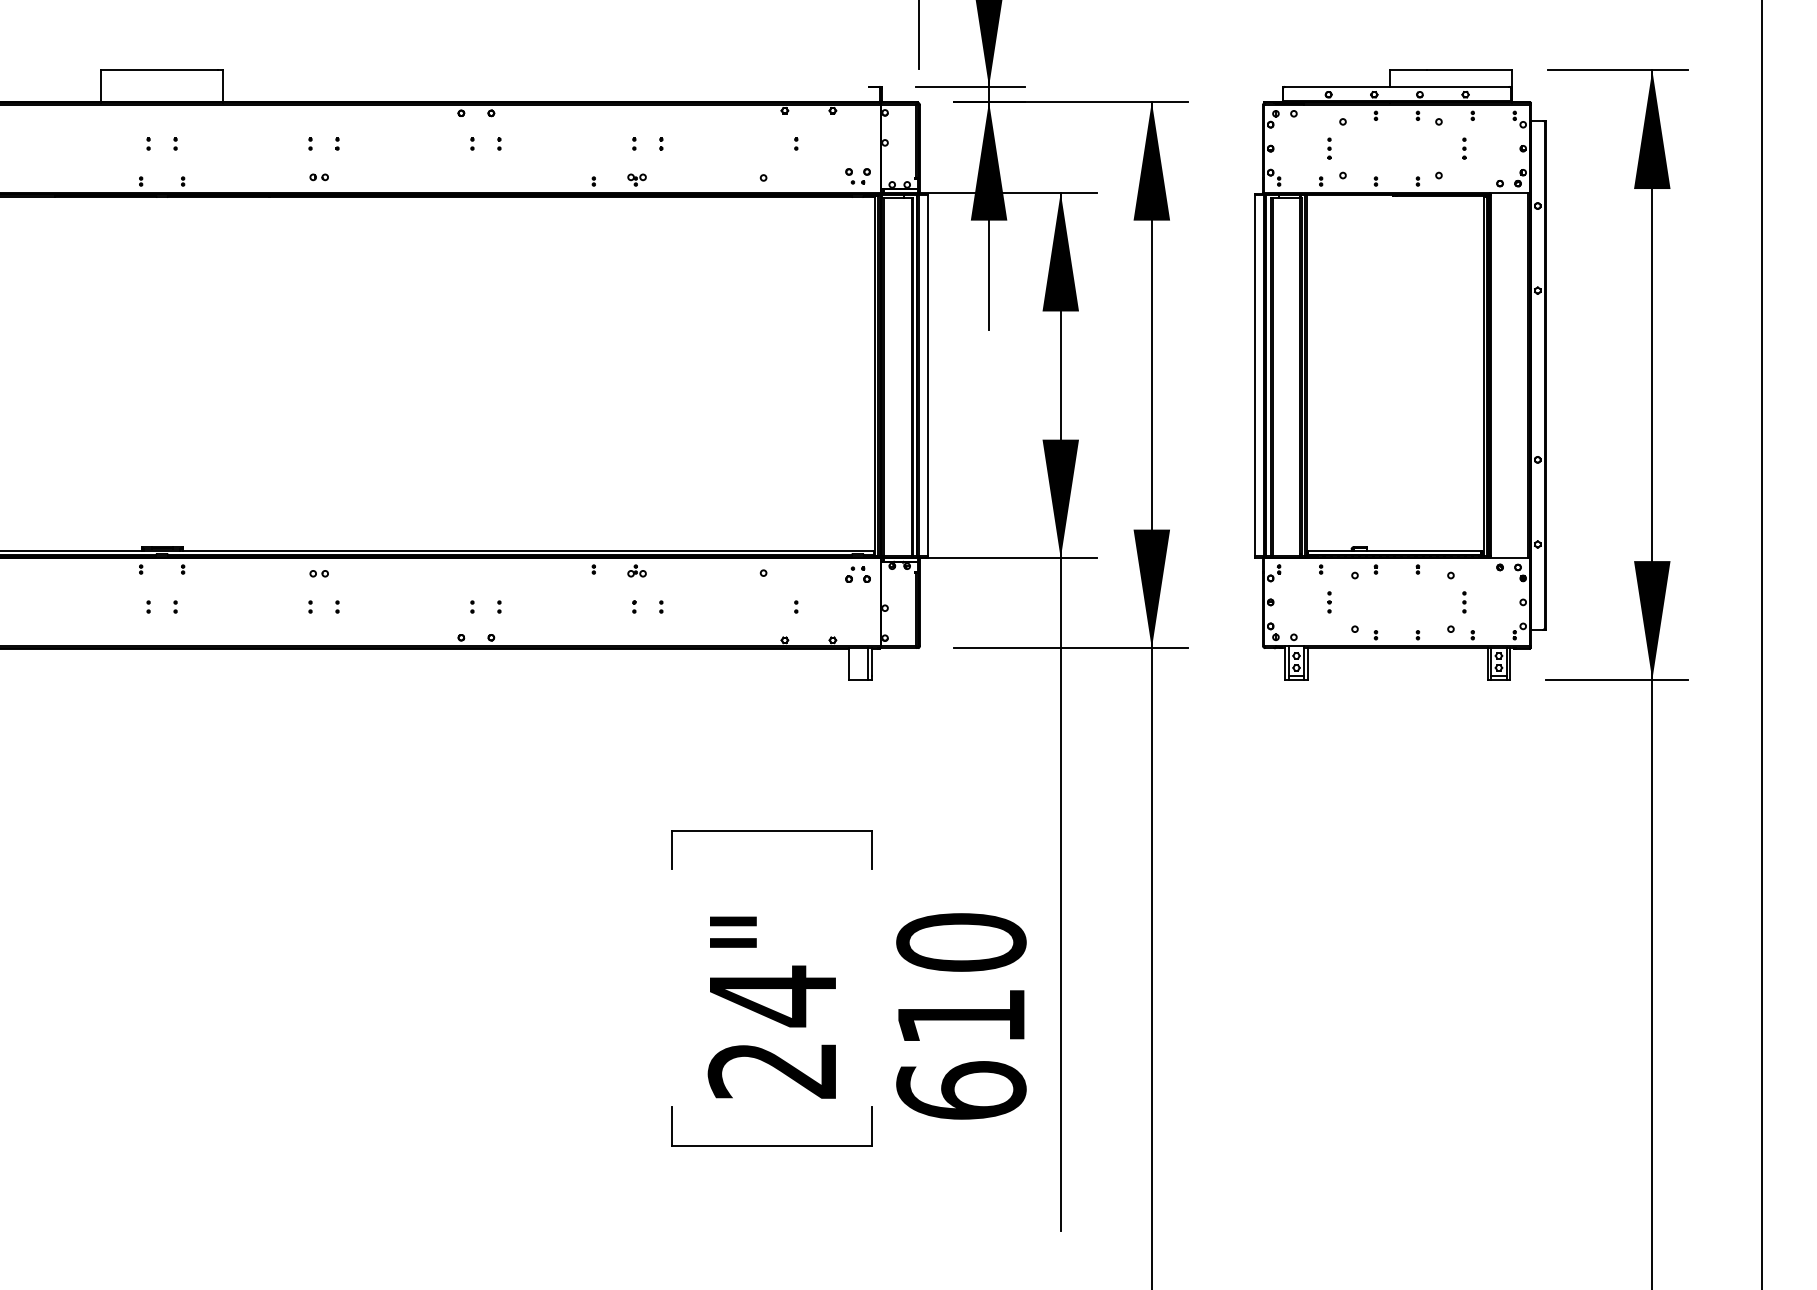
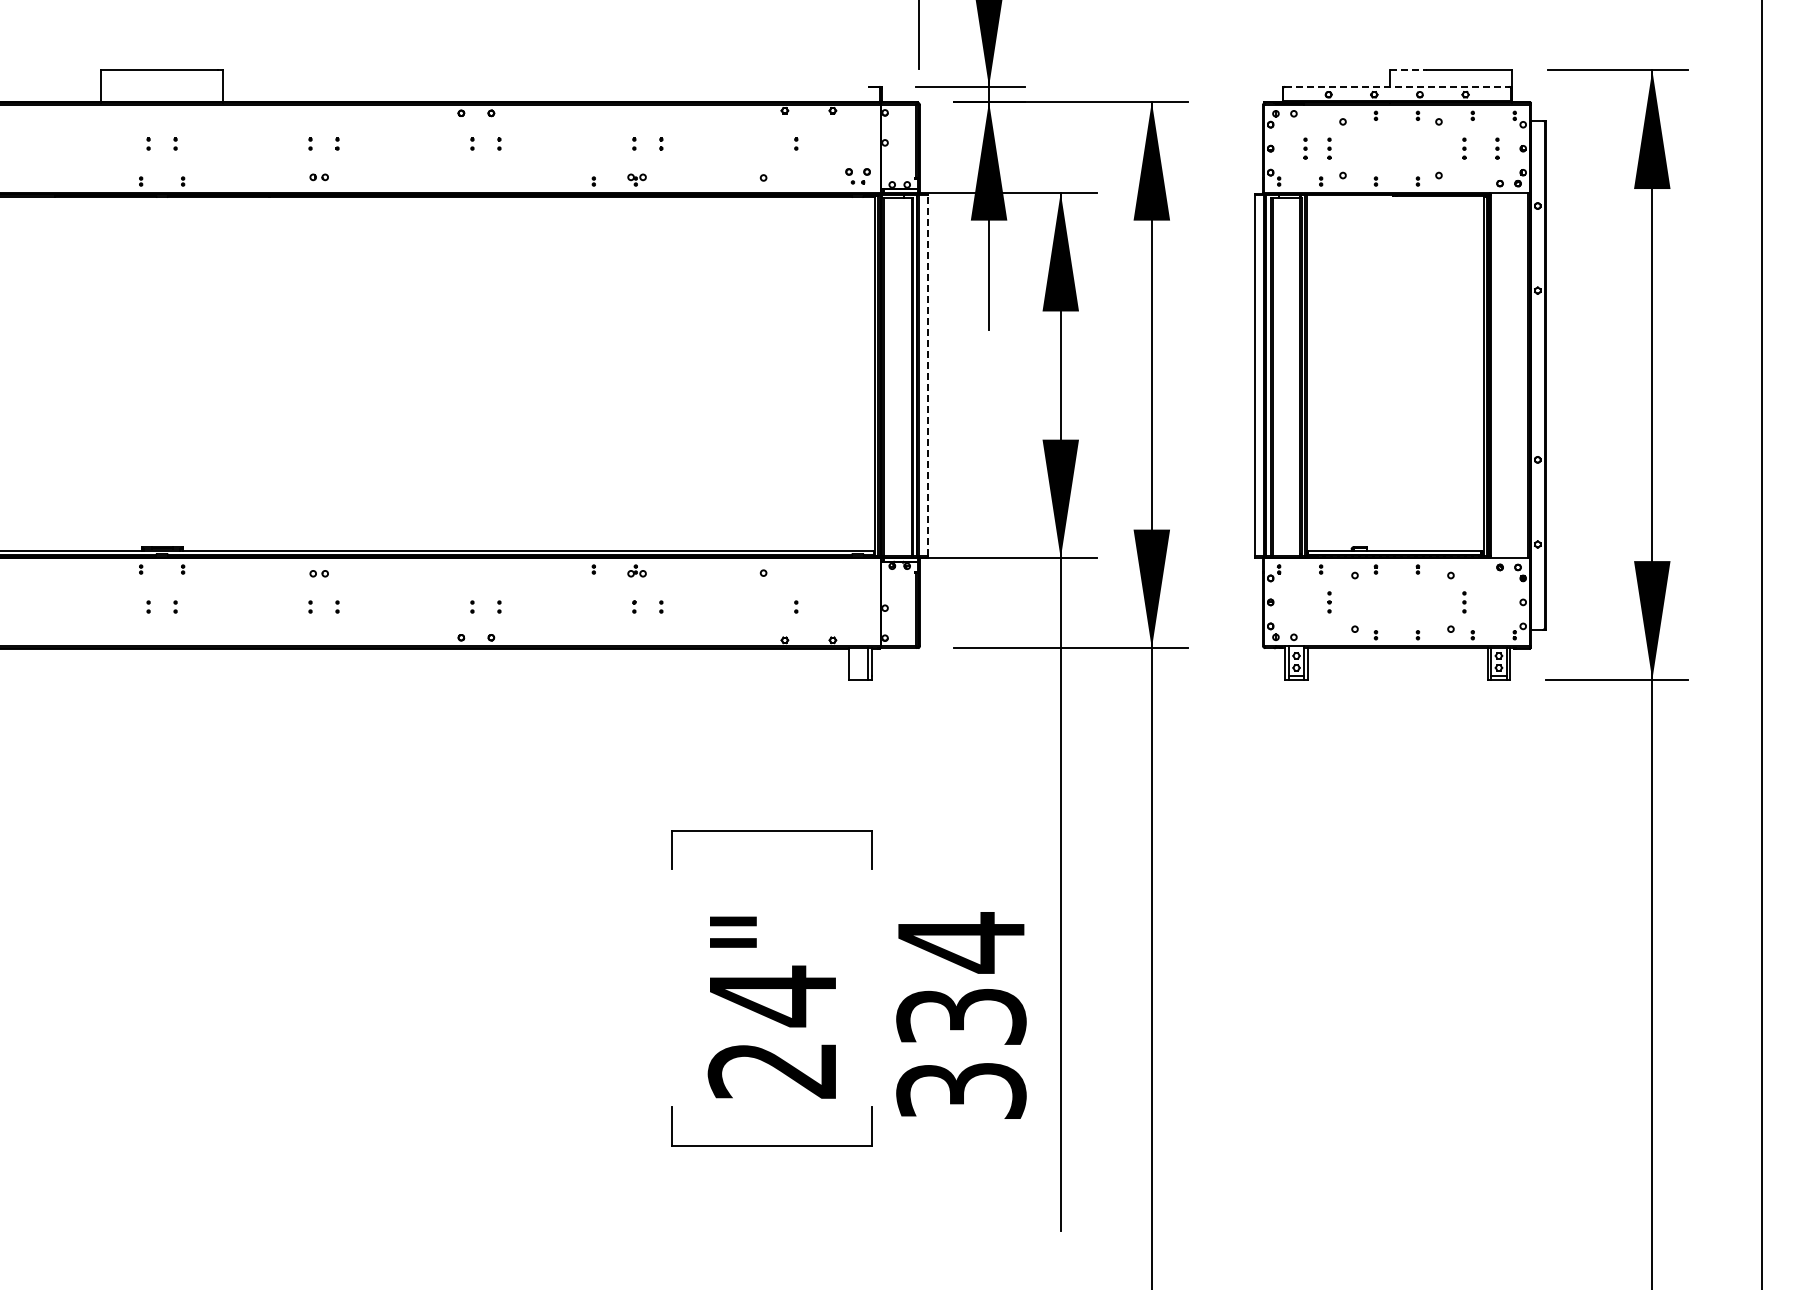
line at (1408, 70): solid -> dashed
line at (1397, 86): solid -> dashed
part at (1305, 148): none -> present
part at (1497, 148): none -> present
line at (927, 375): solid -> dashed
part at (857, 574): present -> none
text at (961, 1015): 610 -> 334
